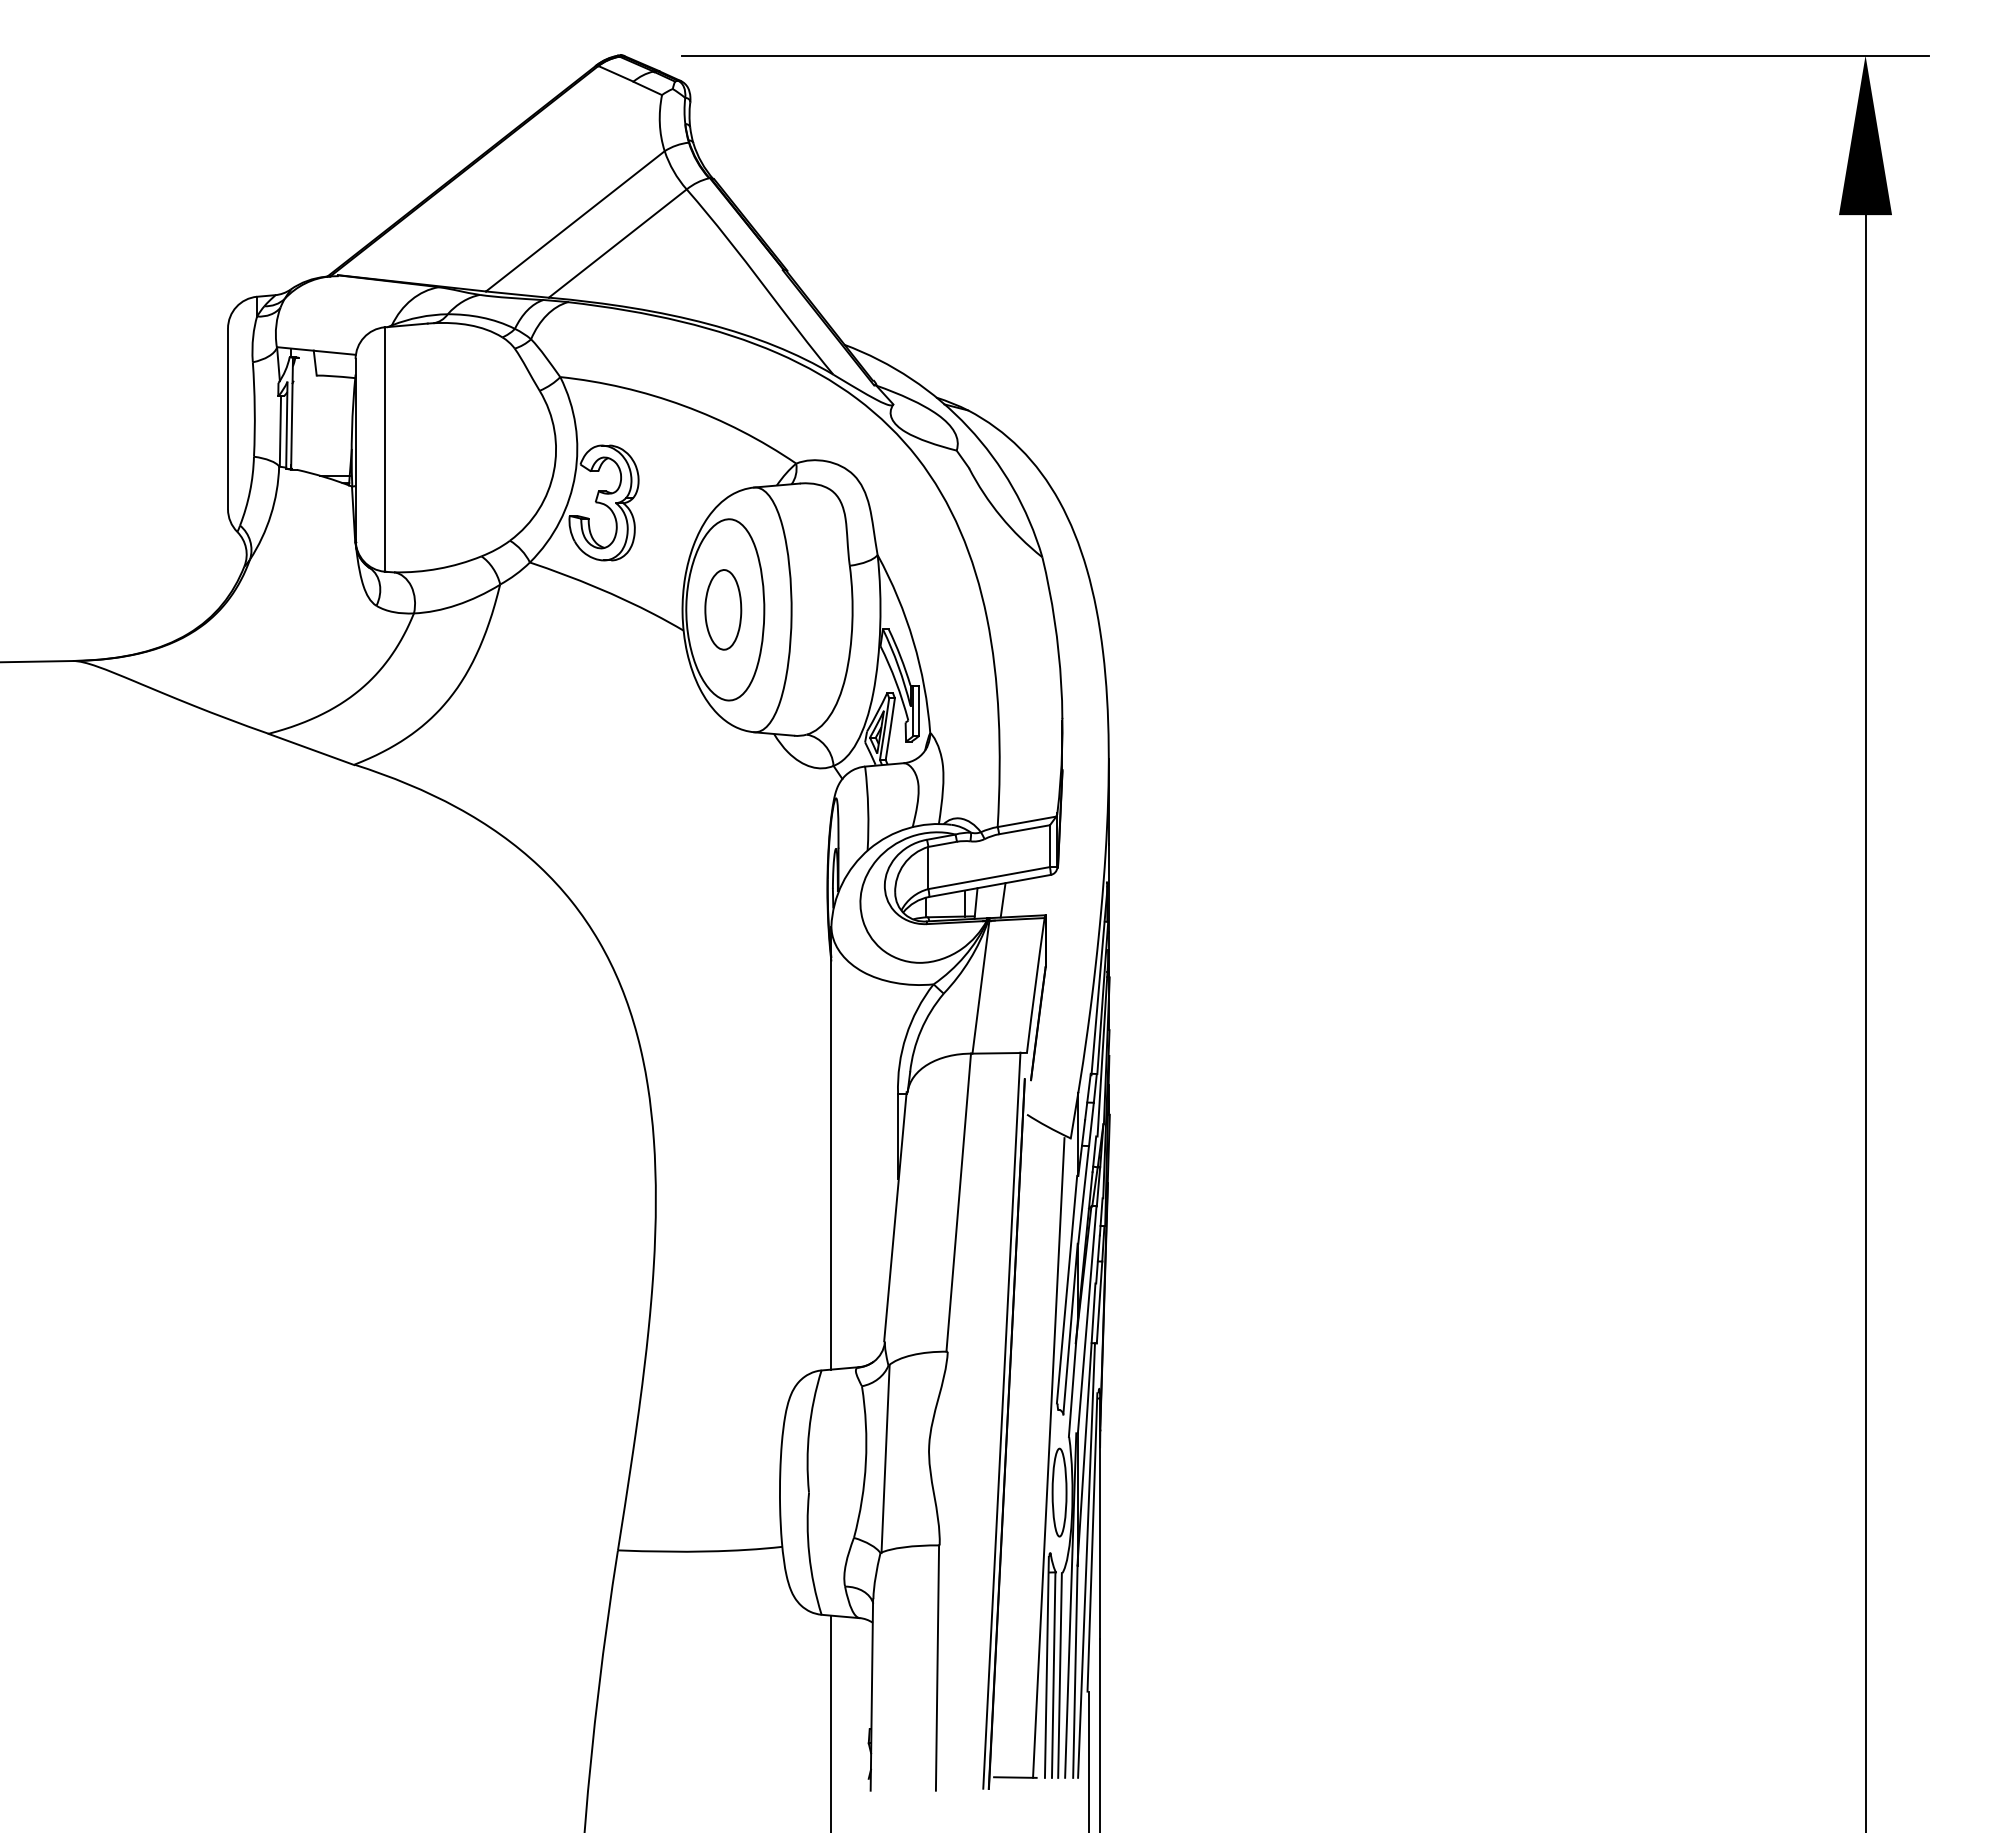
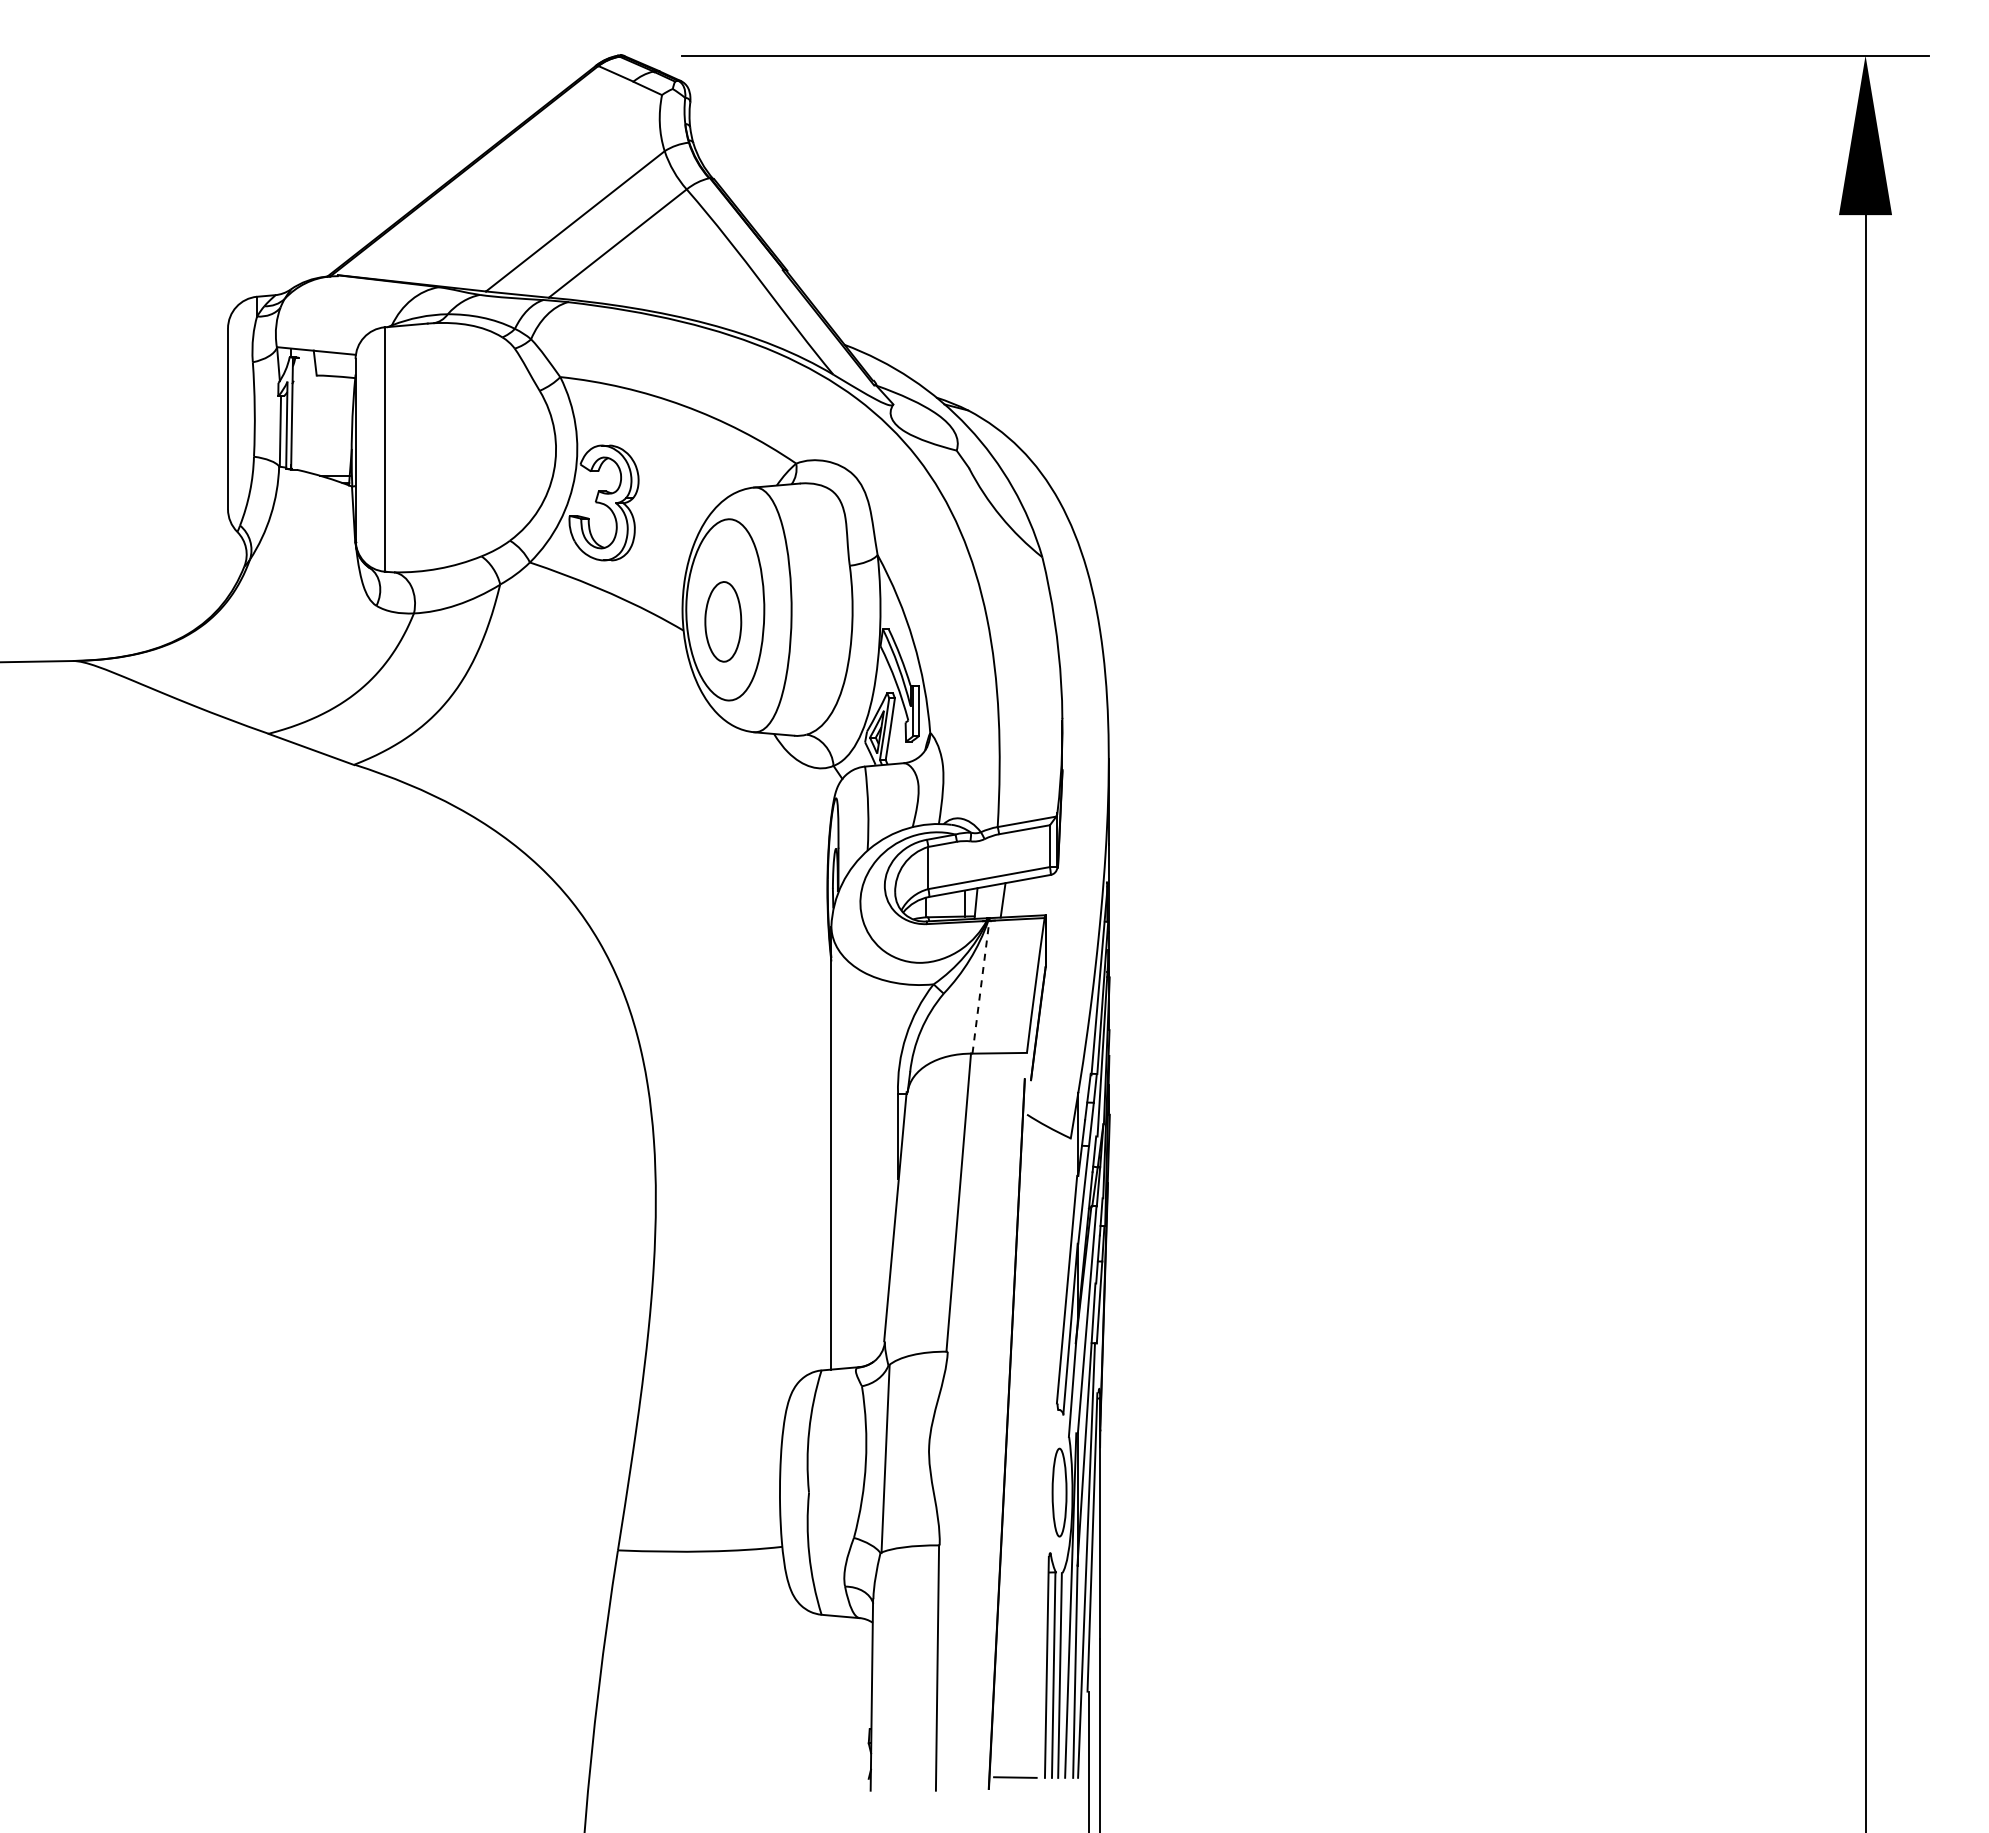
part at (723, 609) position: (723, 609) -> (723, 621)
line at (980, 987): solid -> dashed
line at (1001, 1420): present -> none
line at (1048, 1457): present -> none
line at (831, 1722): present -> none
